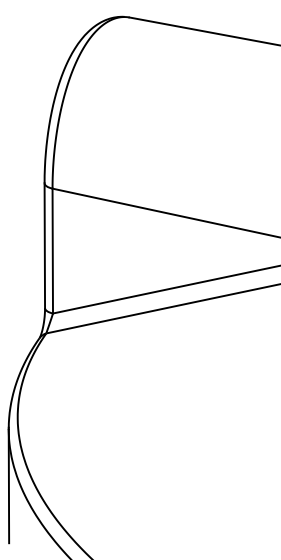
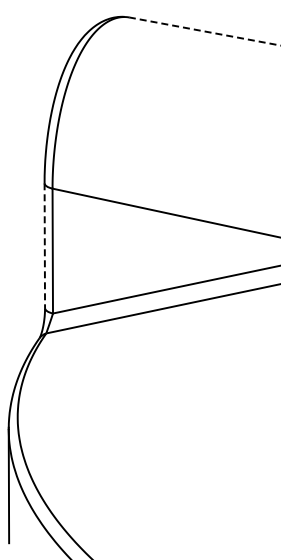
line at (204, 31): solid -> dashed
line at (44, 246): solid -> dashed
